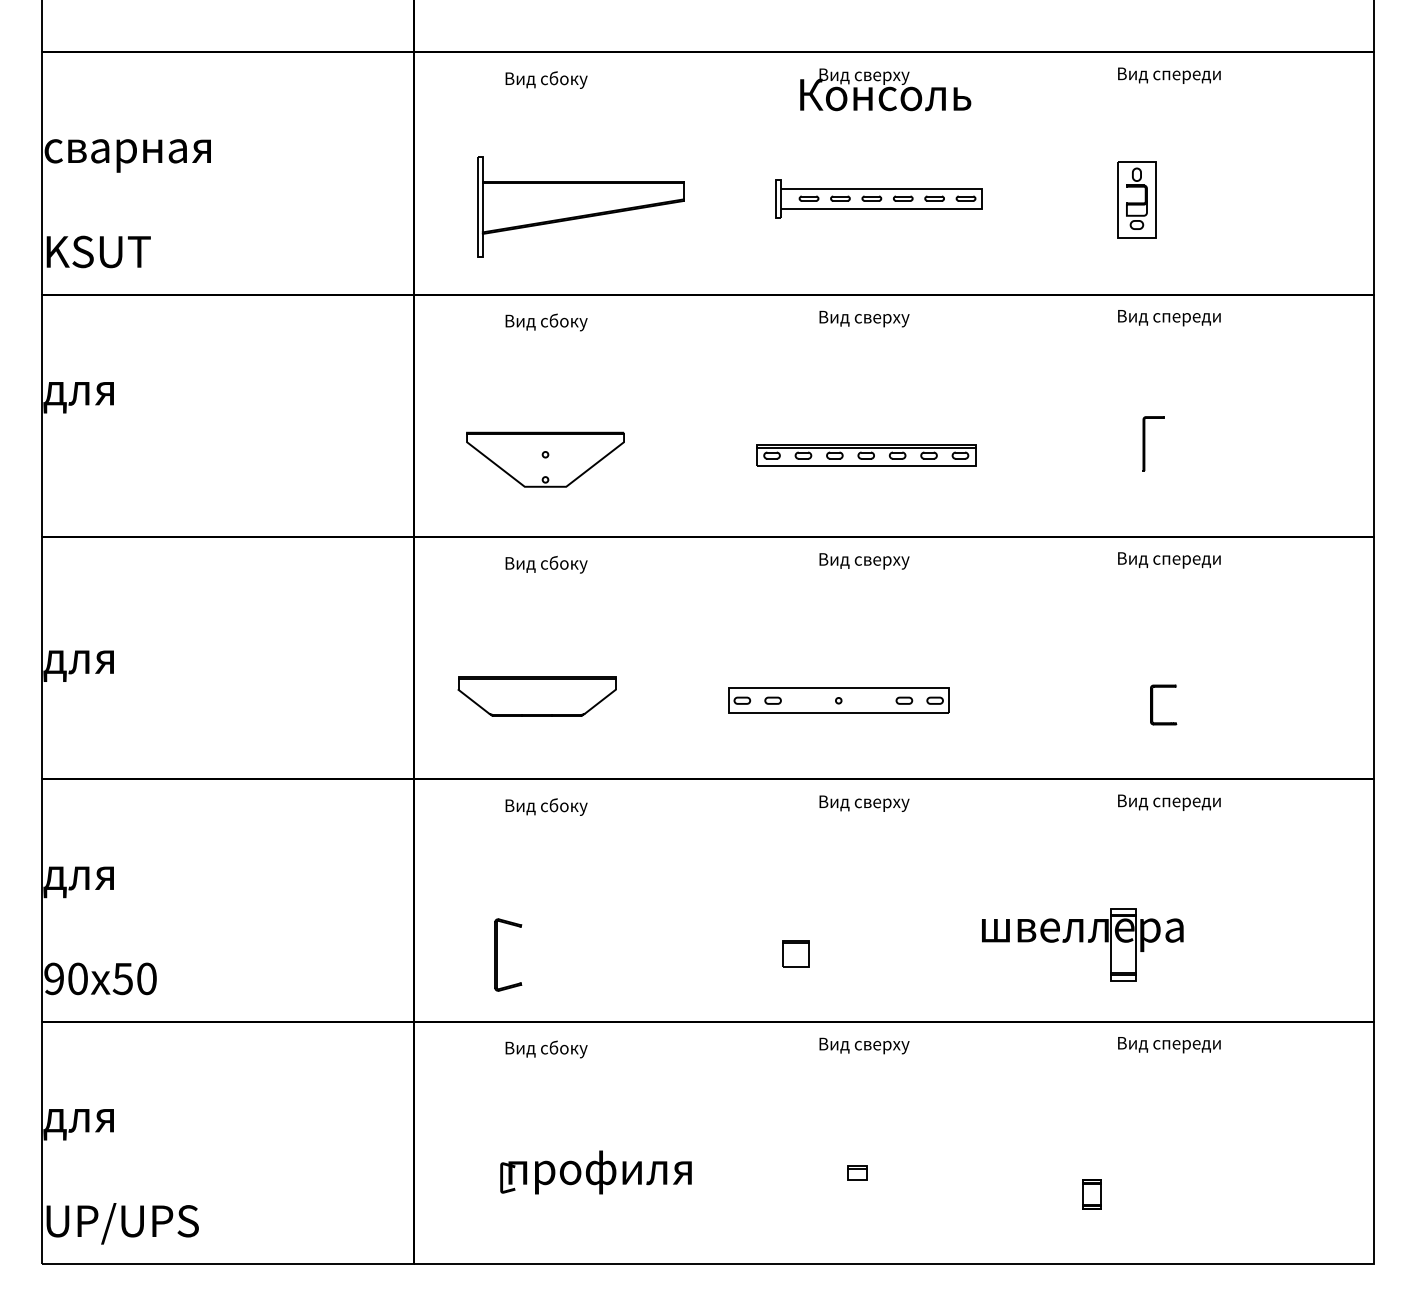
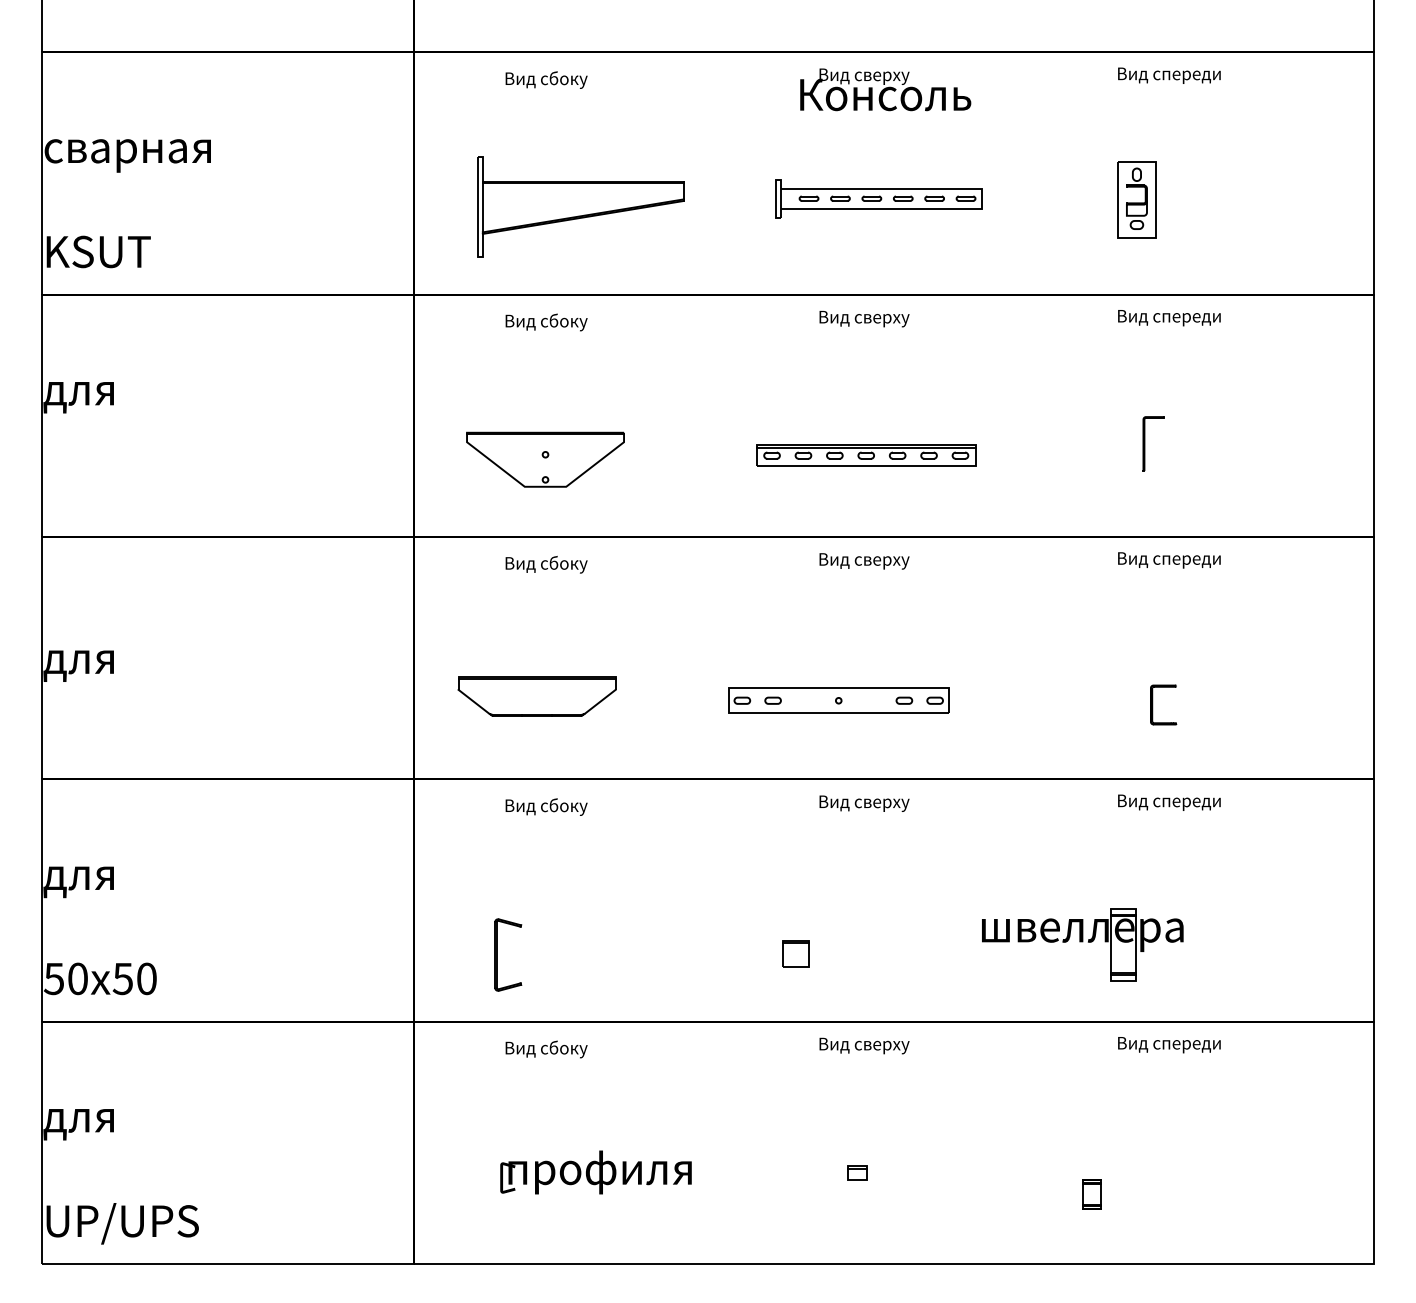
text at (53, 978): 90 -> 50
